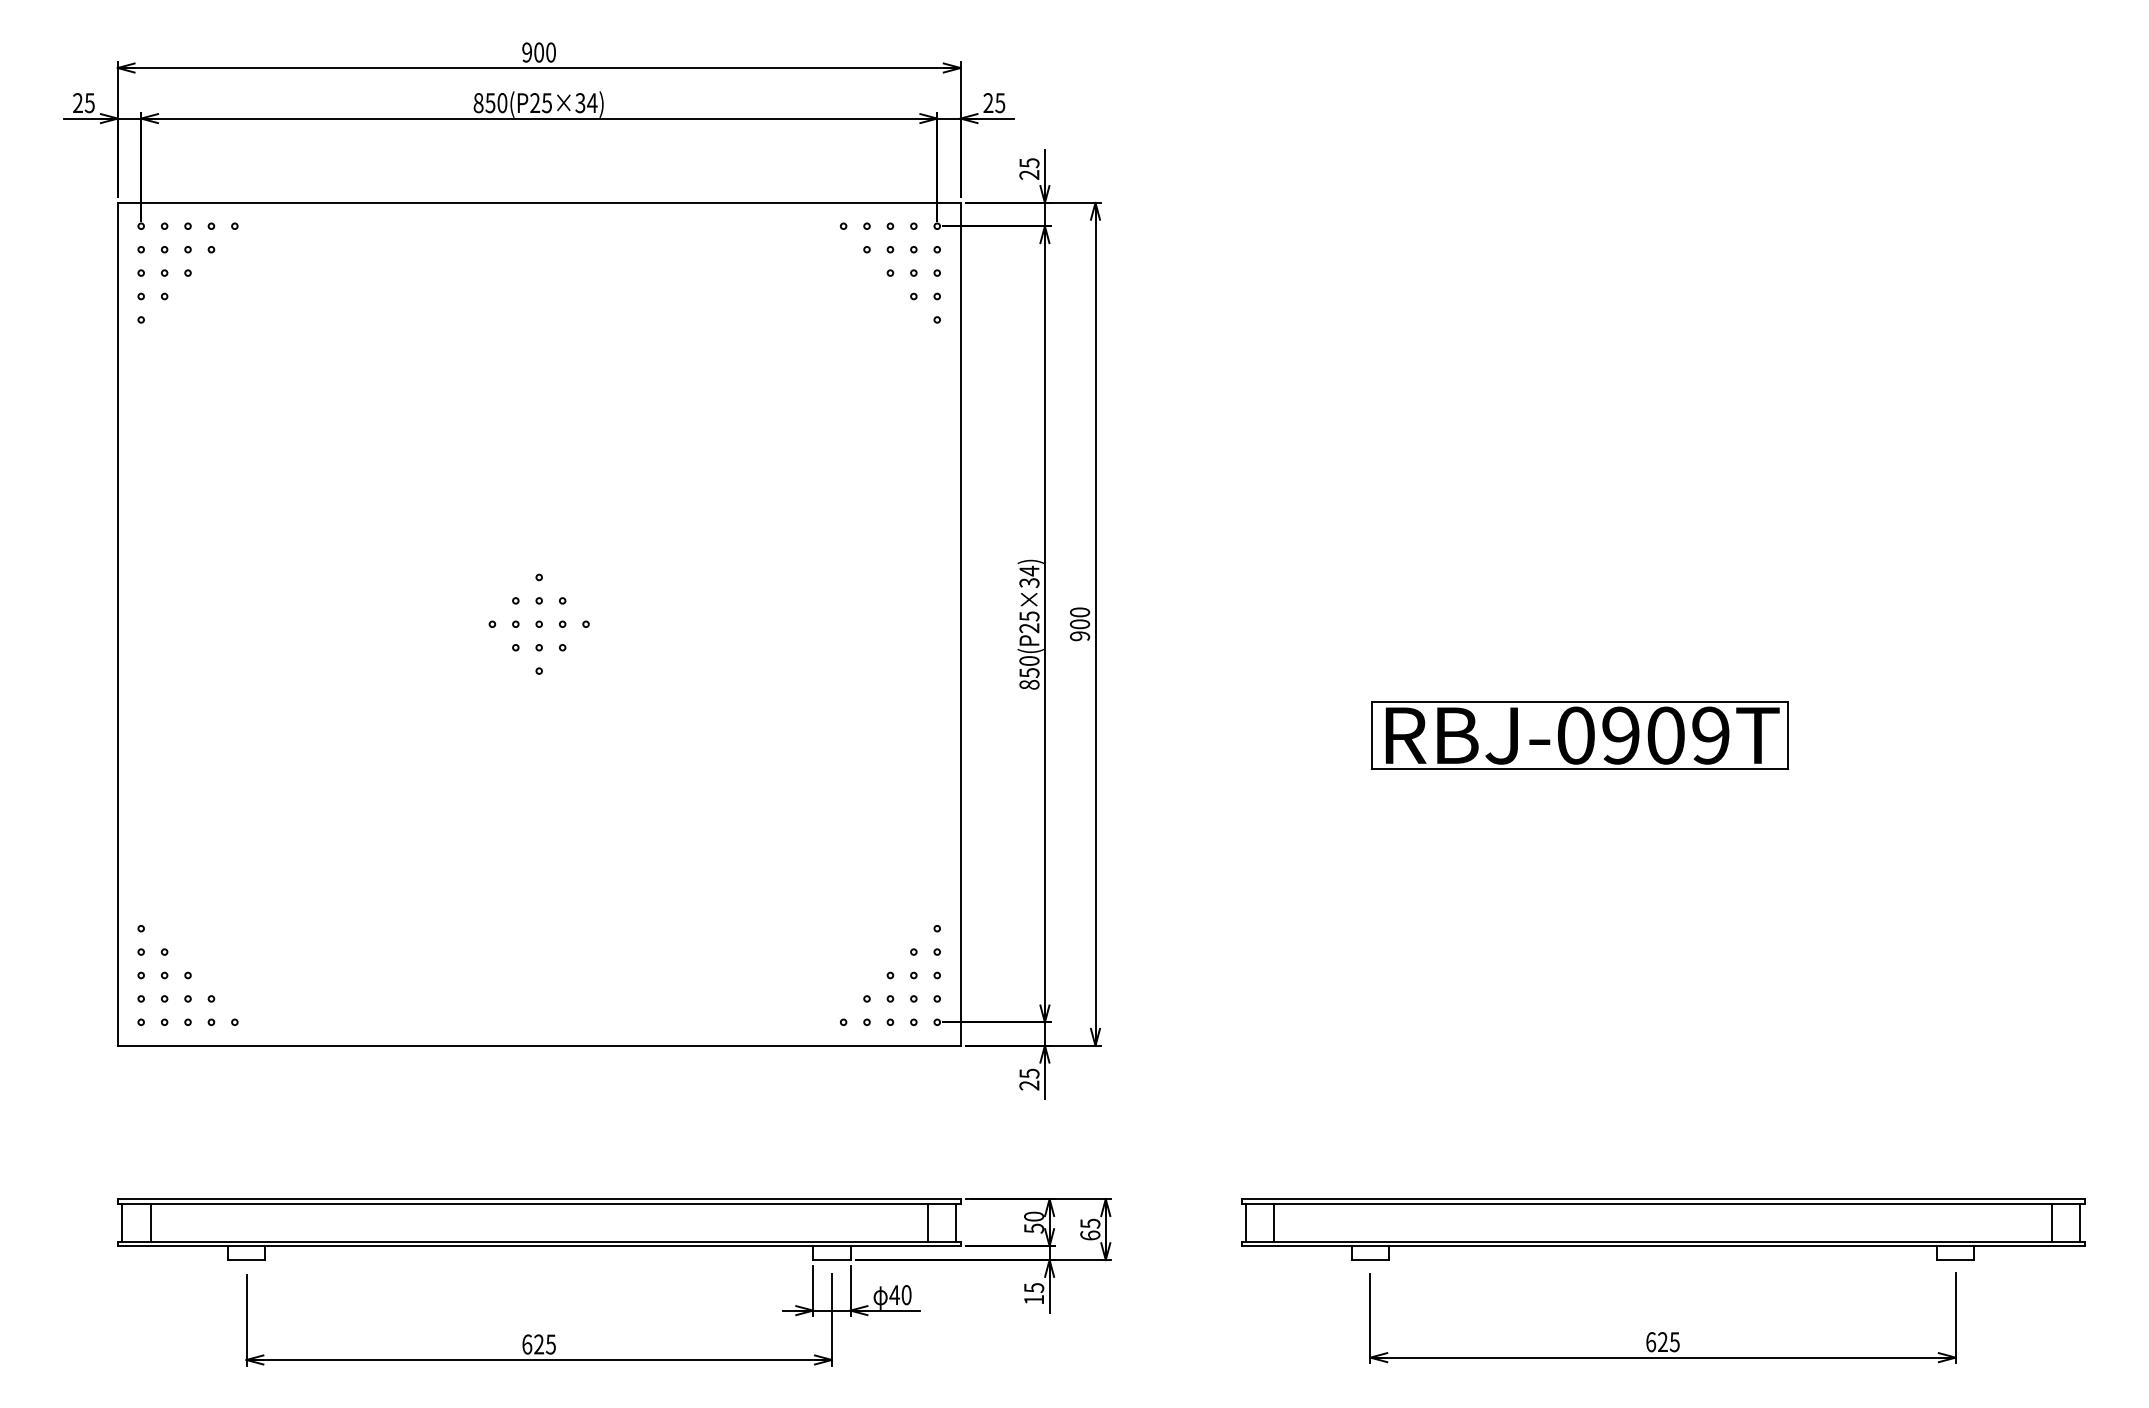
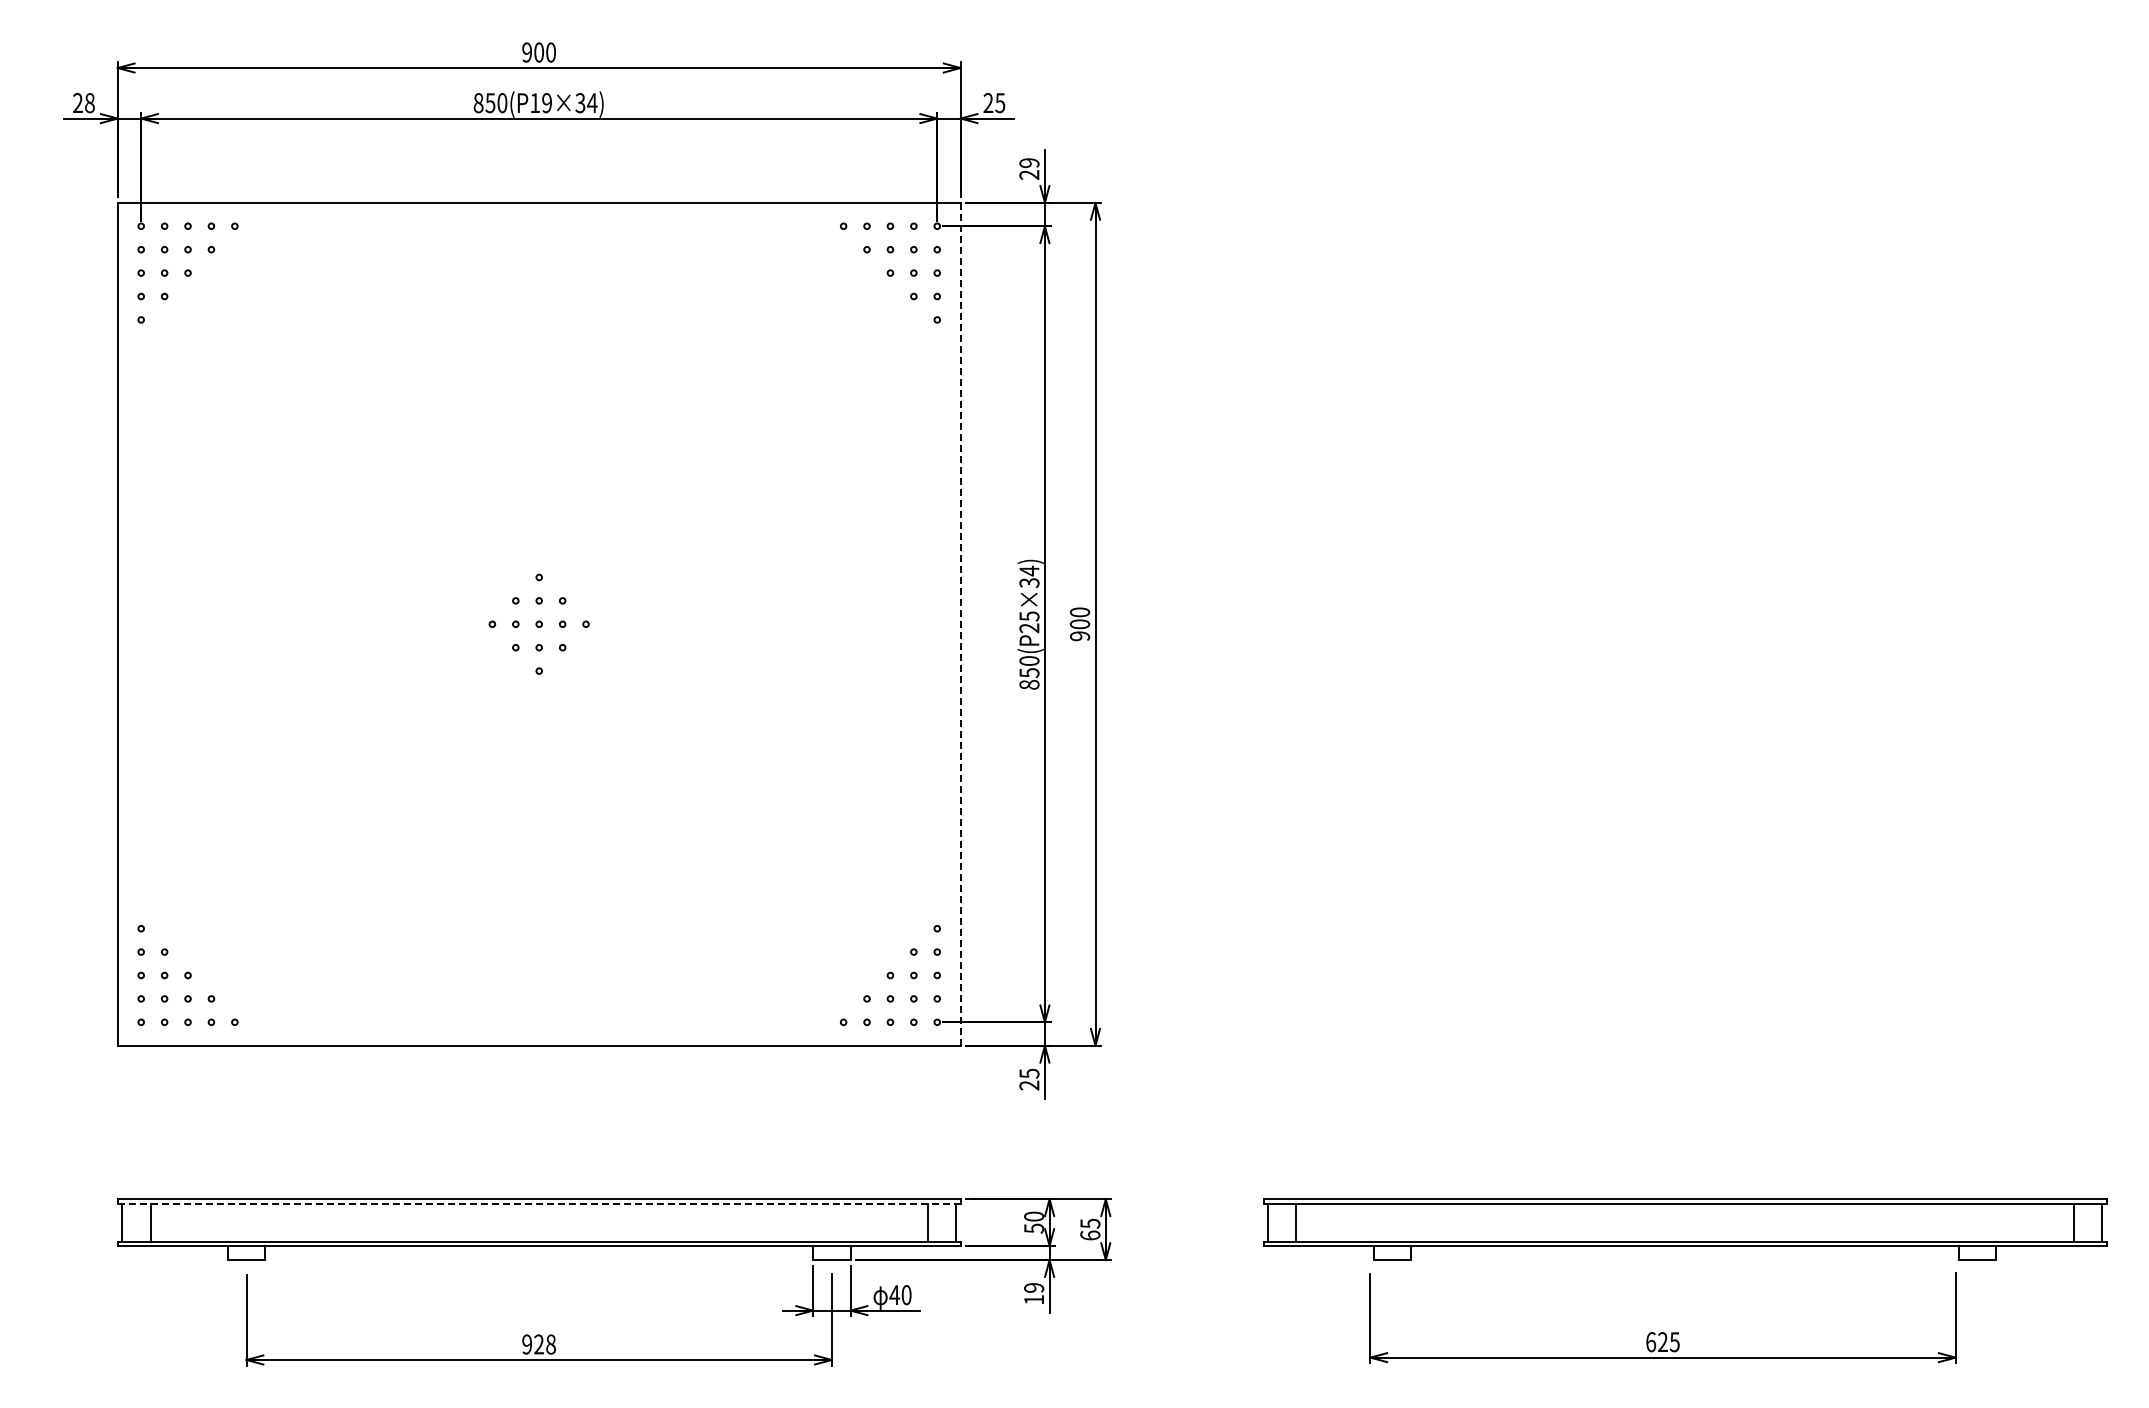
text at (89, 103): 25 -> 28
text at (540, 103): 850(P25×34) -> 850(P19×34)
text at (1029, 163): 25 -> 29
line at (960, 623): solid -> dashed
part at (1579, 735): present -> none
line at (539, 1203): solid -> dashed
part at (1663, 1229) position: (1663, 1229) -> (1685, 1229)
text at (1034, 1288): 15 -> 19
text at (538, 1344): 625 -> 928
